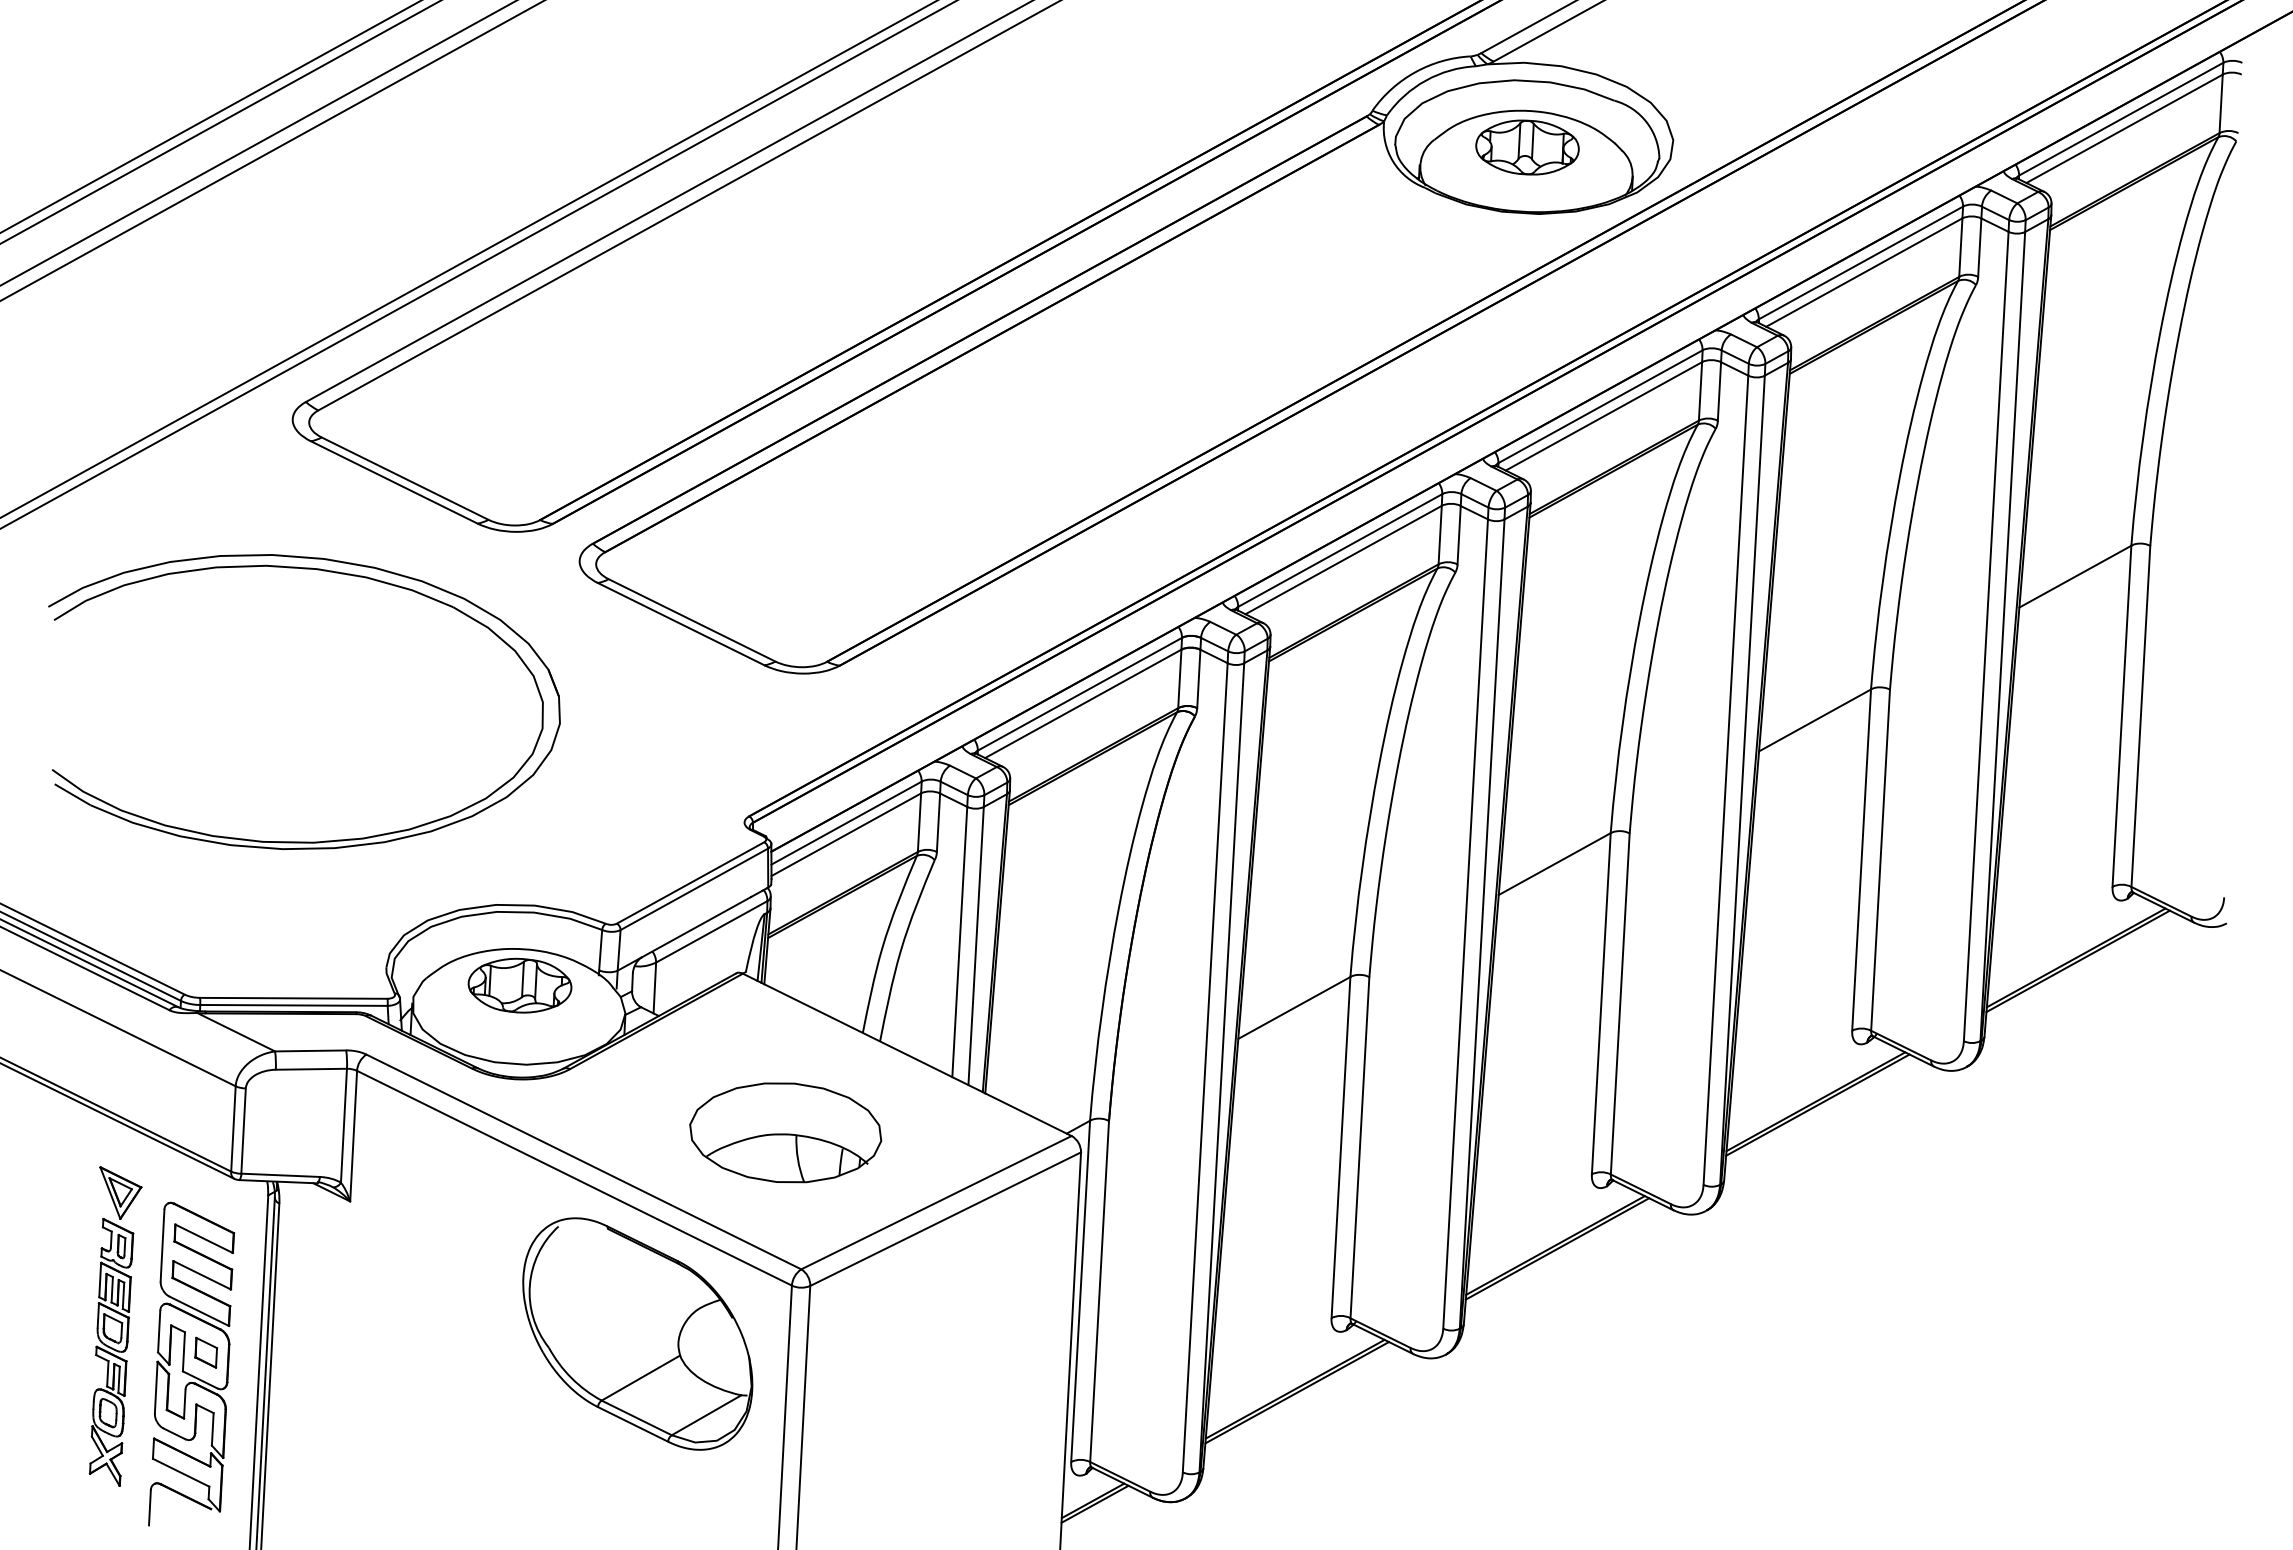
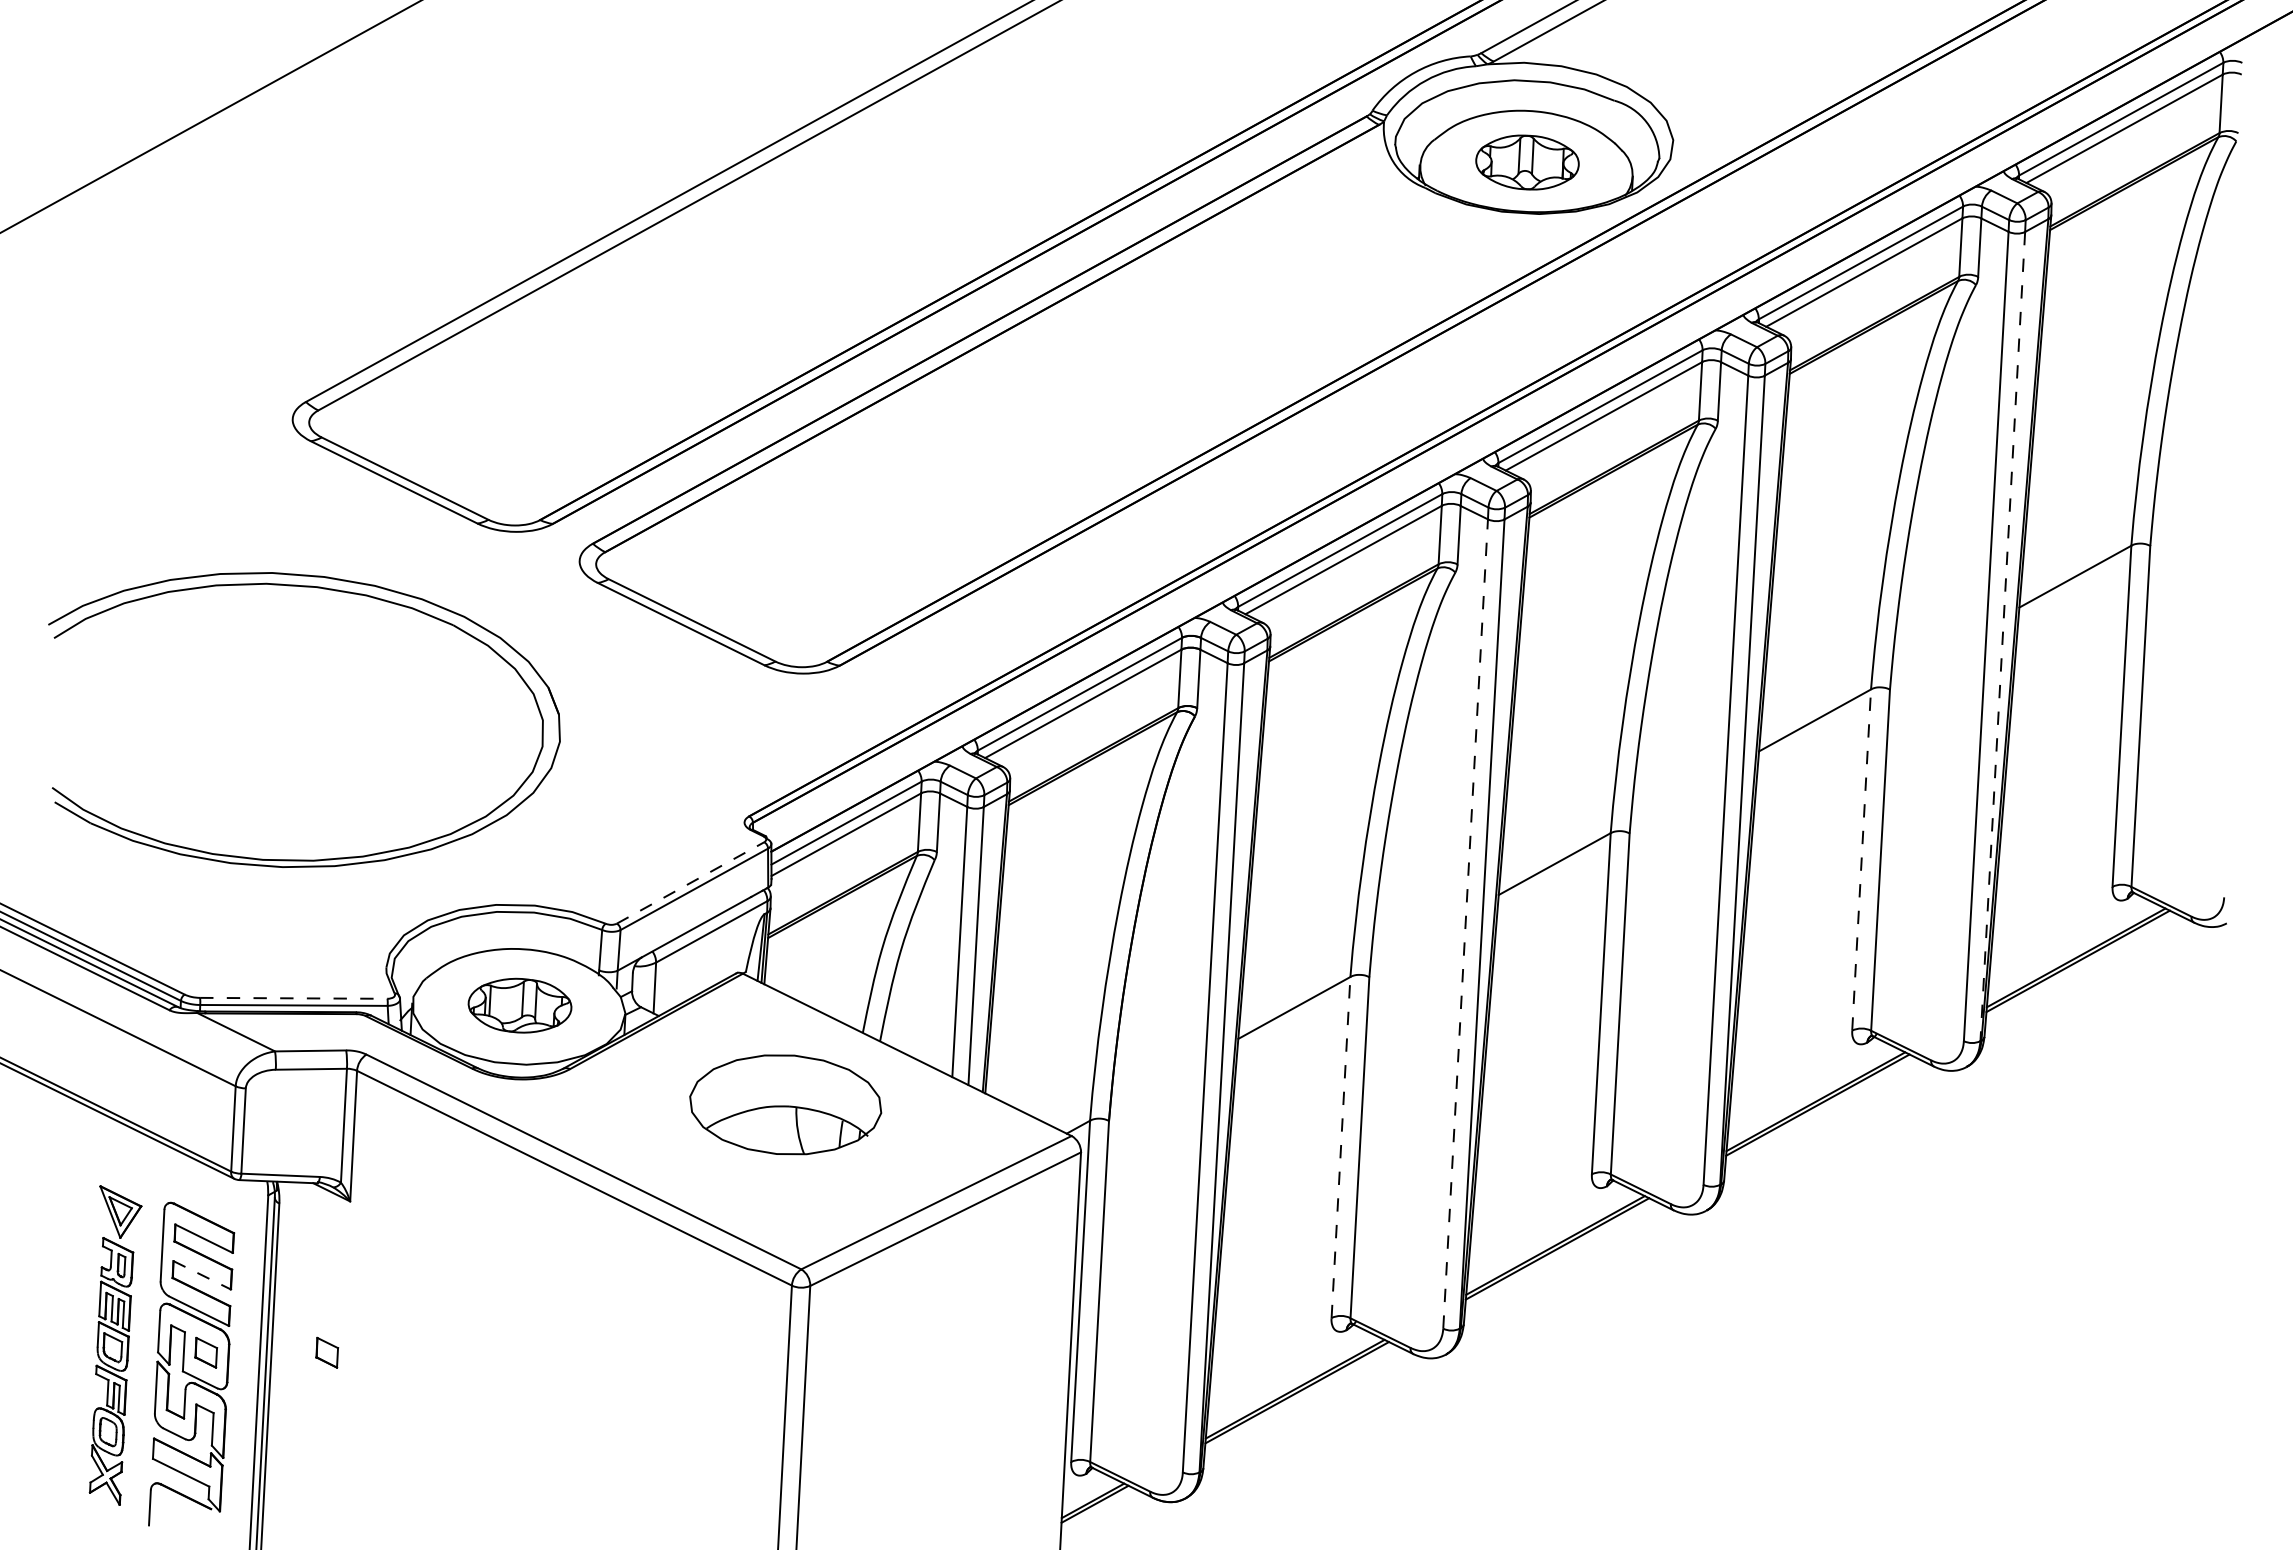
line at (219, 122): present -> none
line at (257, 143): present -> none
part at (1527, 147) position: (1527, 147) -> (1527, 162)
line at (271, 150): present -> none
line at (467, 259): present -> none
line at (477, 264): present -> none
part at (323, 571) position: (323, 571) -> (323, 589)
line at (2002, 637): solid -> dashed
line at (1861, 860): solid -> dashed
line at (691, 882): solid -> dashed
line at (1465, 923): solid -> dashed
part at (519, 985) position: (519, 985) -> (519, 1005)
line at (293, 998): solid -> dashed
part at (785, 1132) position: (785, 1132) -> (785, 1104)
line at (1341, 1147): solid -> dashed
line at (202, 1275): solid -> dashed
part at (115, 1326) position: (115, 1326) -> (115, 1345)
part at (637, 1333): present -> none
part at (327, 1352): none -> present
